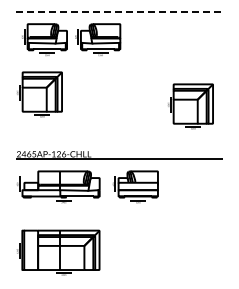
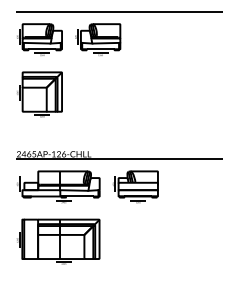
line at (119, 12): dashed -> solid
part at (44, 39) position: (44, 39) -> (39, 39)
part at (190, 106): present -> none
part at (58, 252) position: (58, 252) -> (58, 241)
